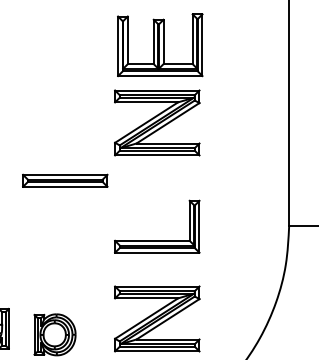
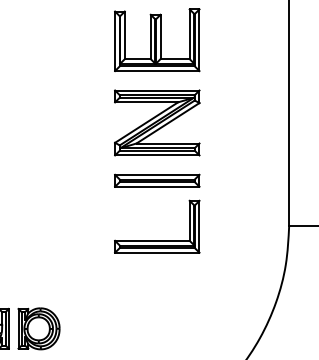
part at (160, 45) position: (160, 45) -> (157, 40)
part at (65, 180) position: (65, 180) -> (157, 180)
part at (157, 318): present -> none
part at (54, 334) position: (54, 334) -> (38, 328)
